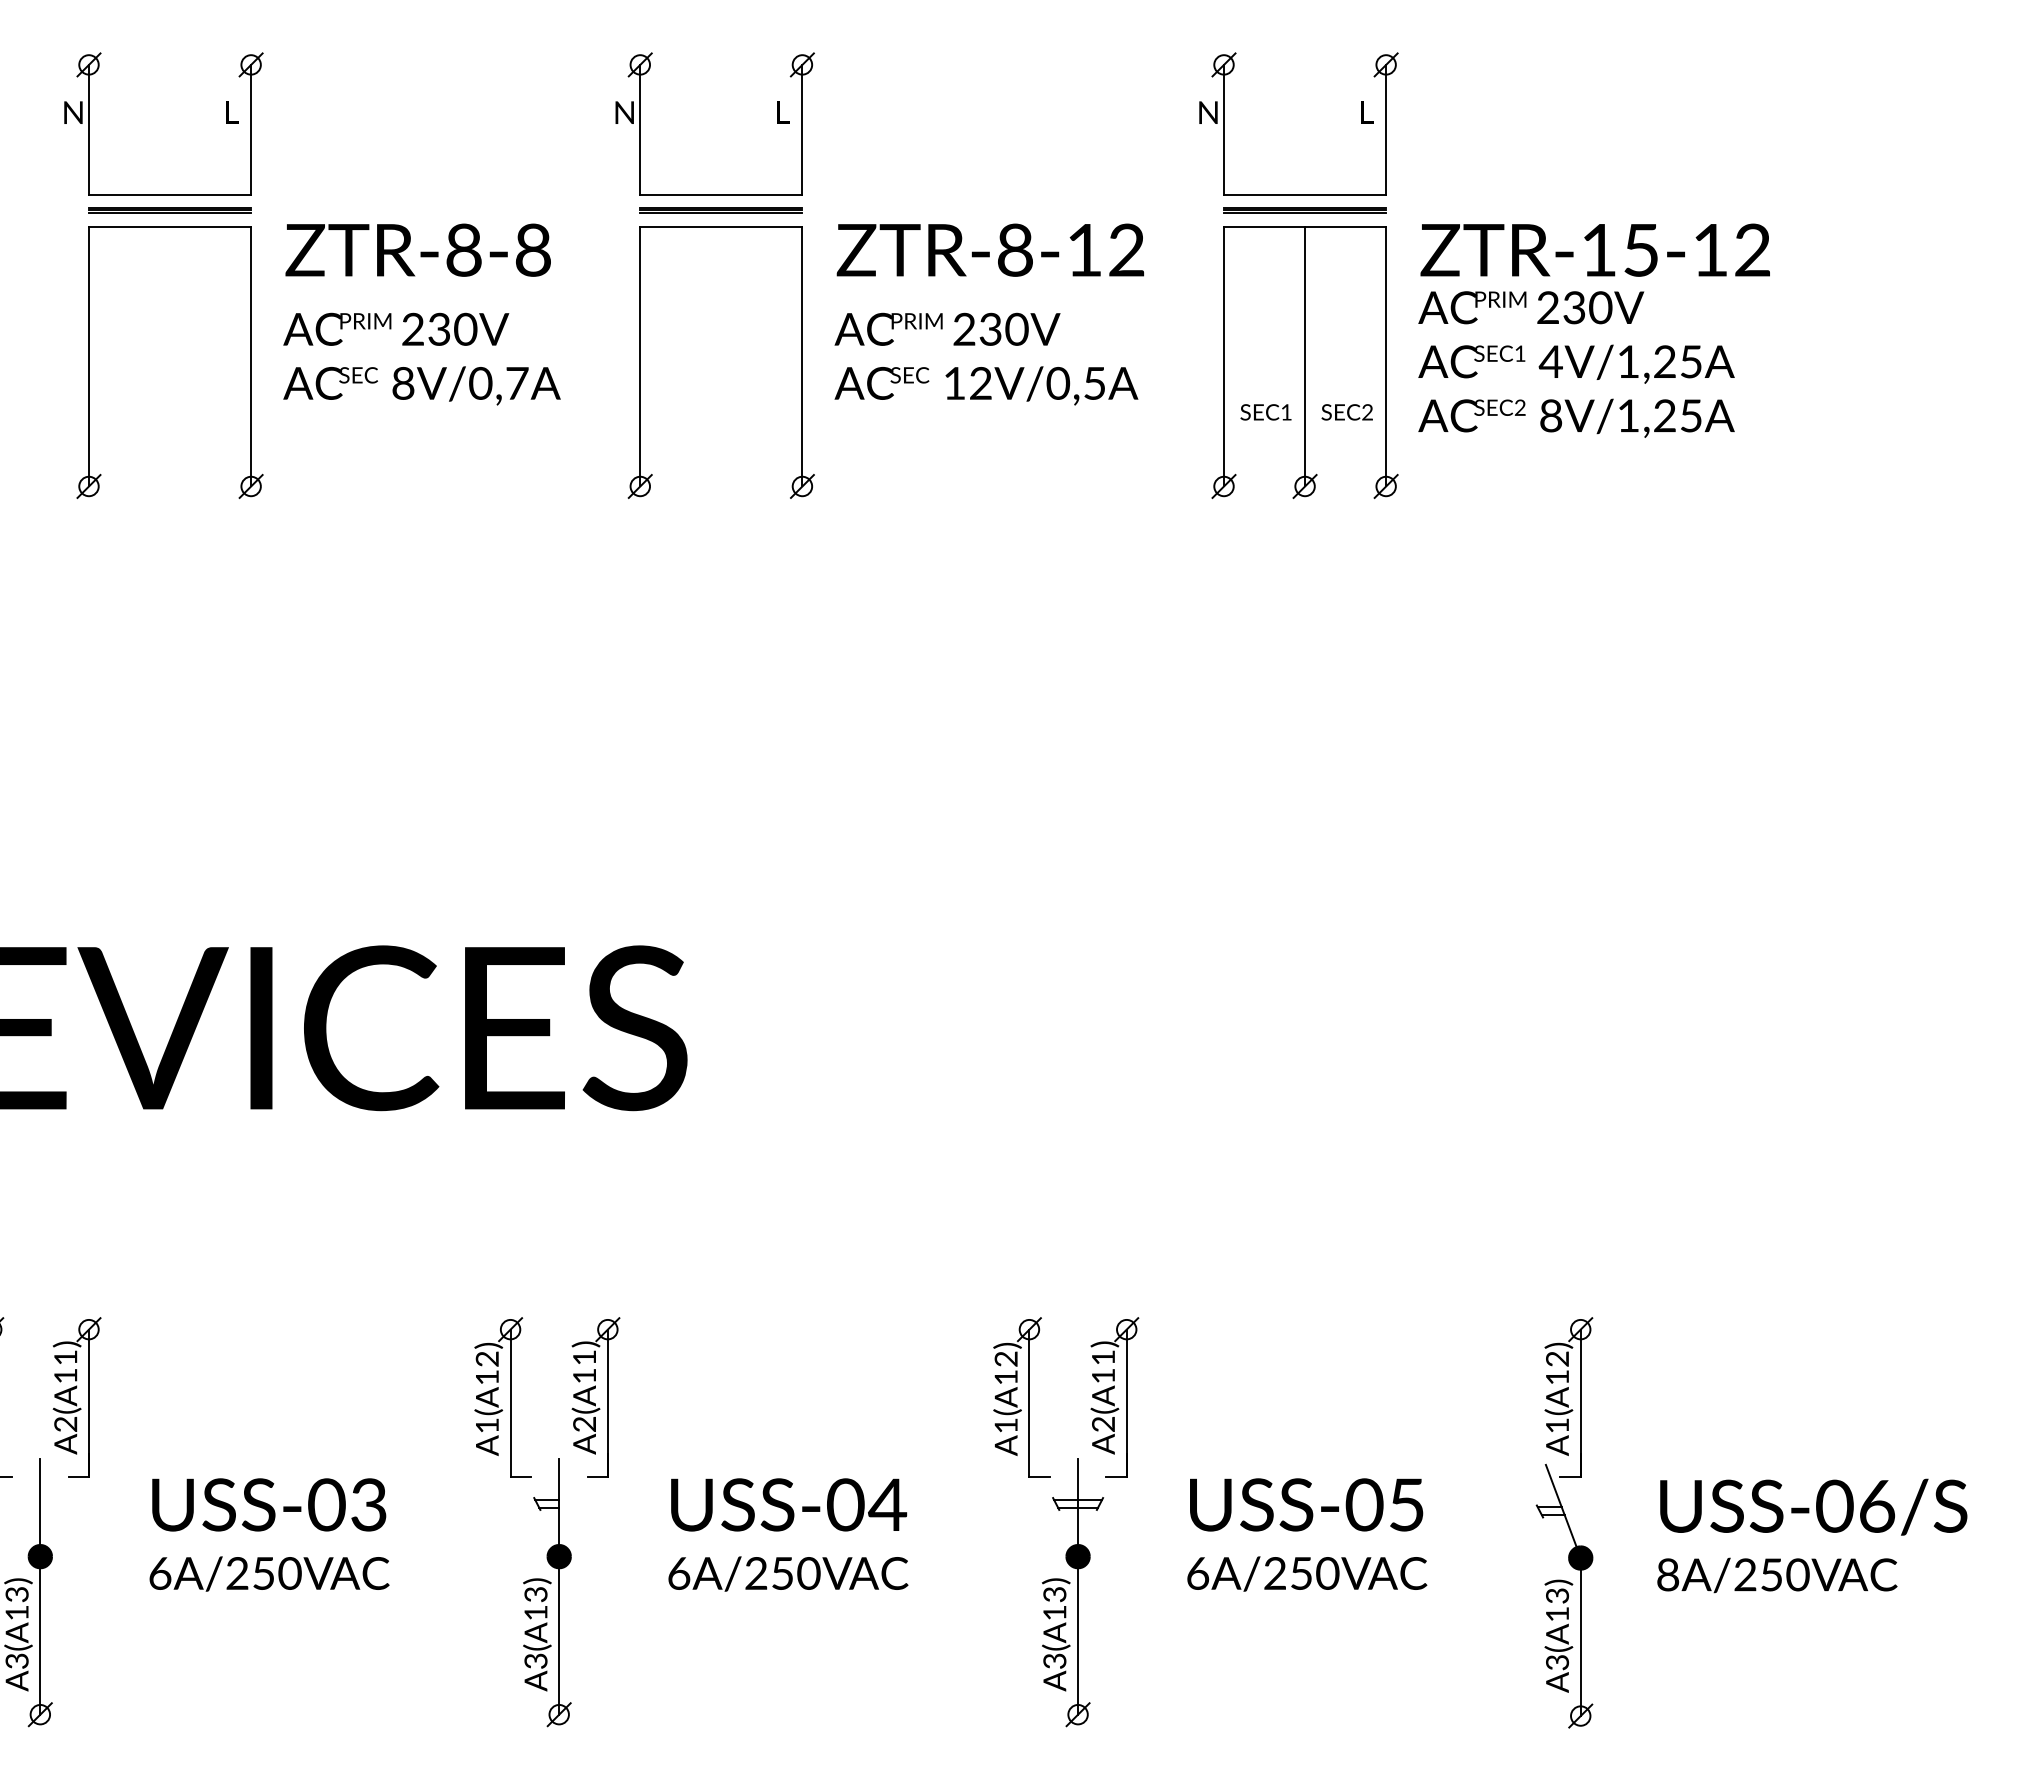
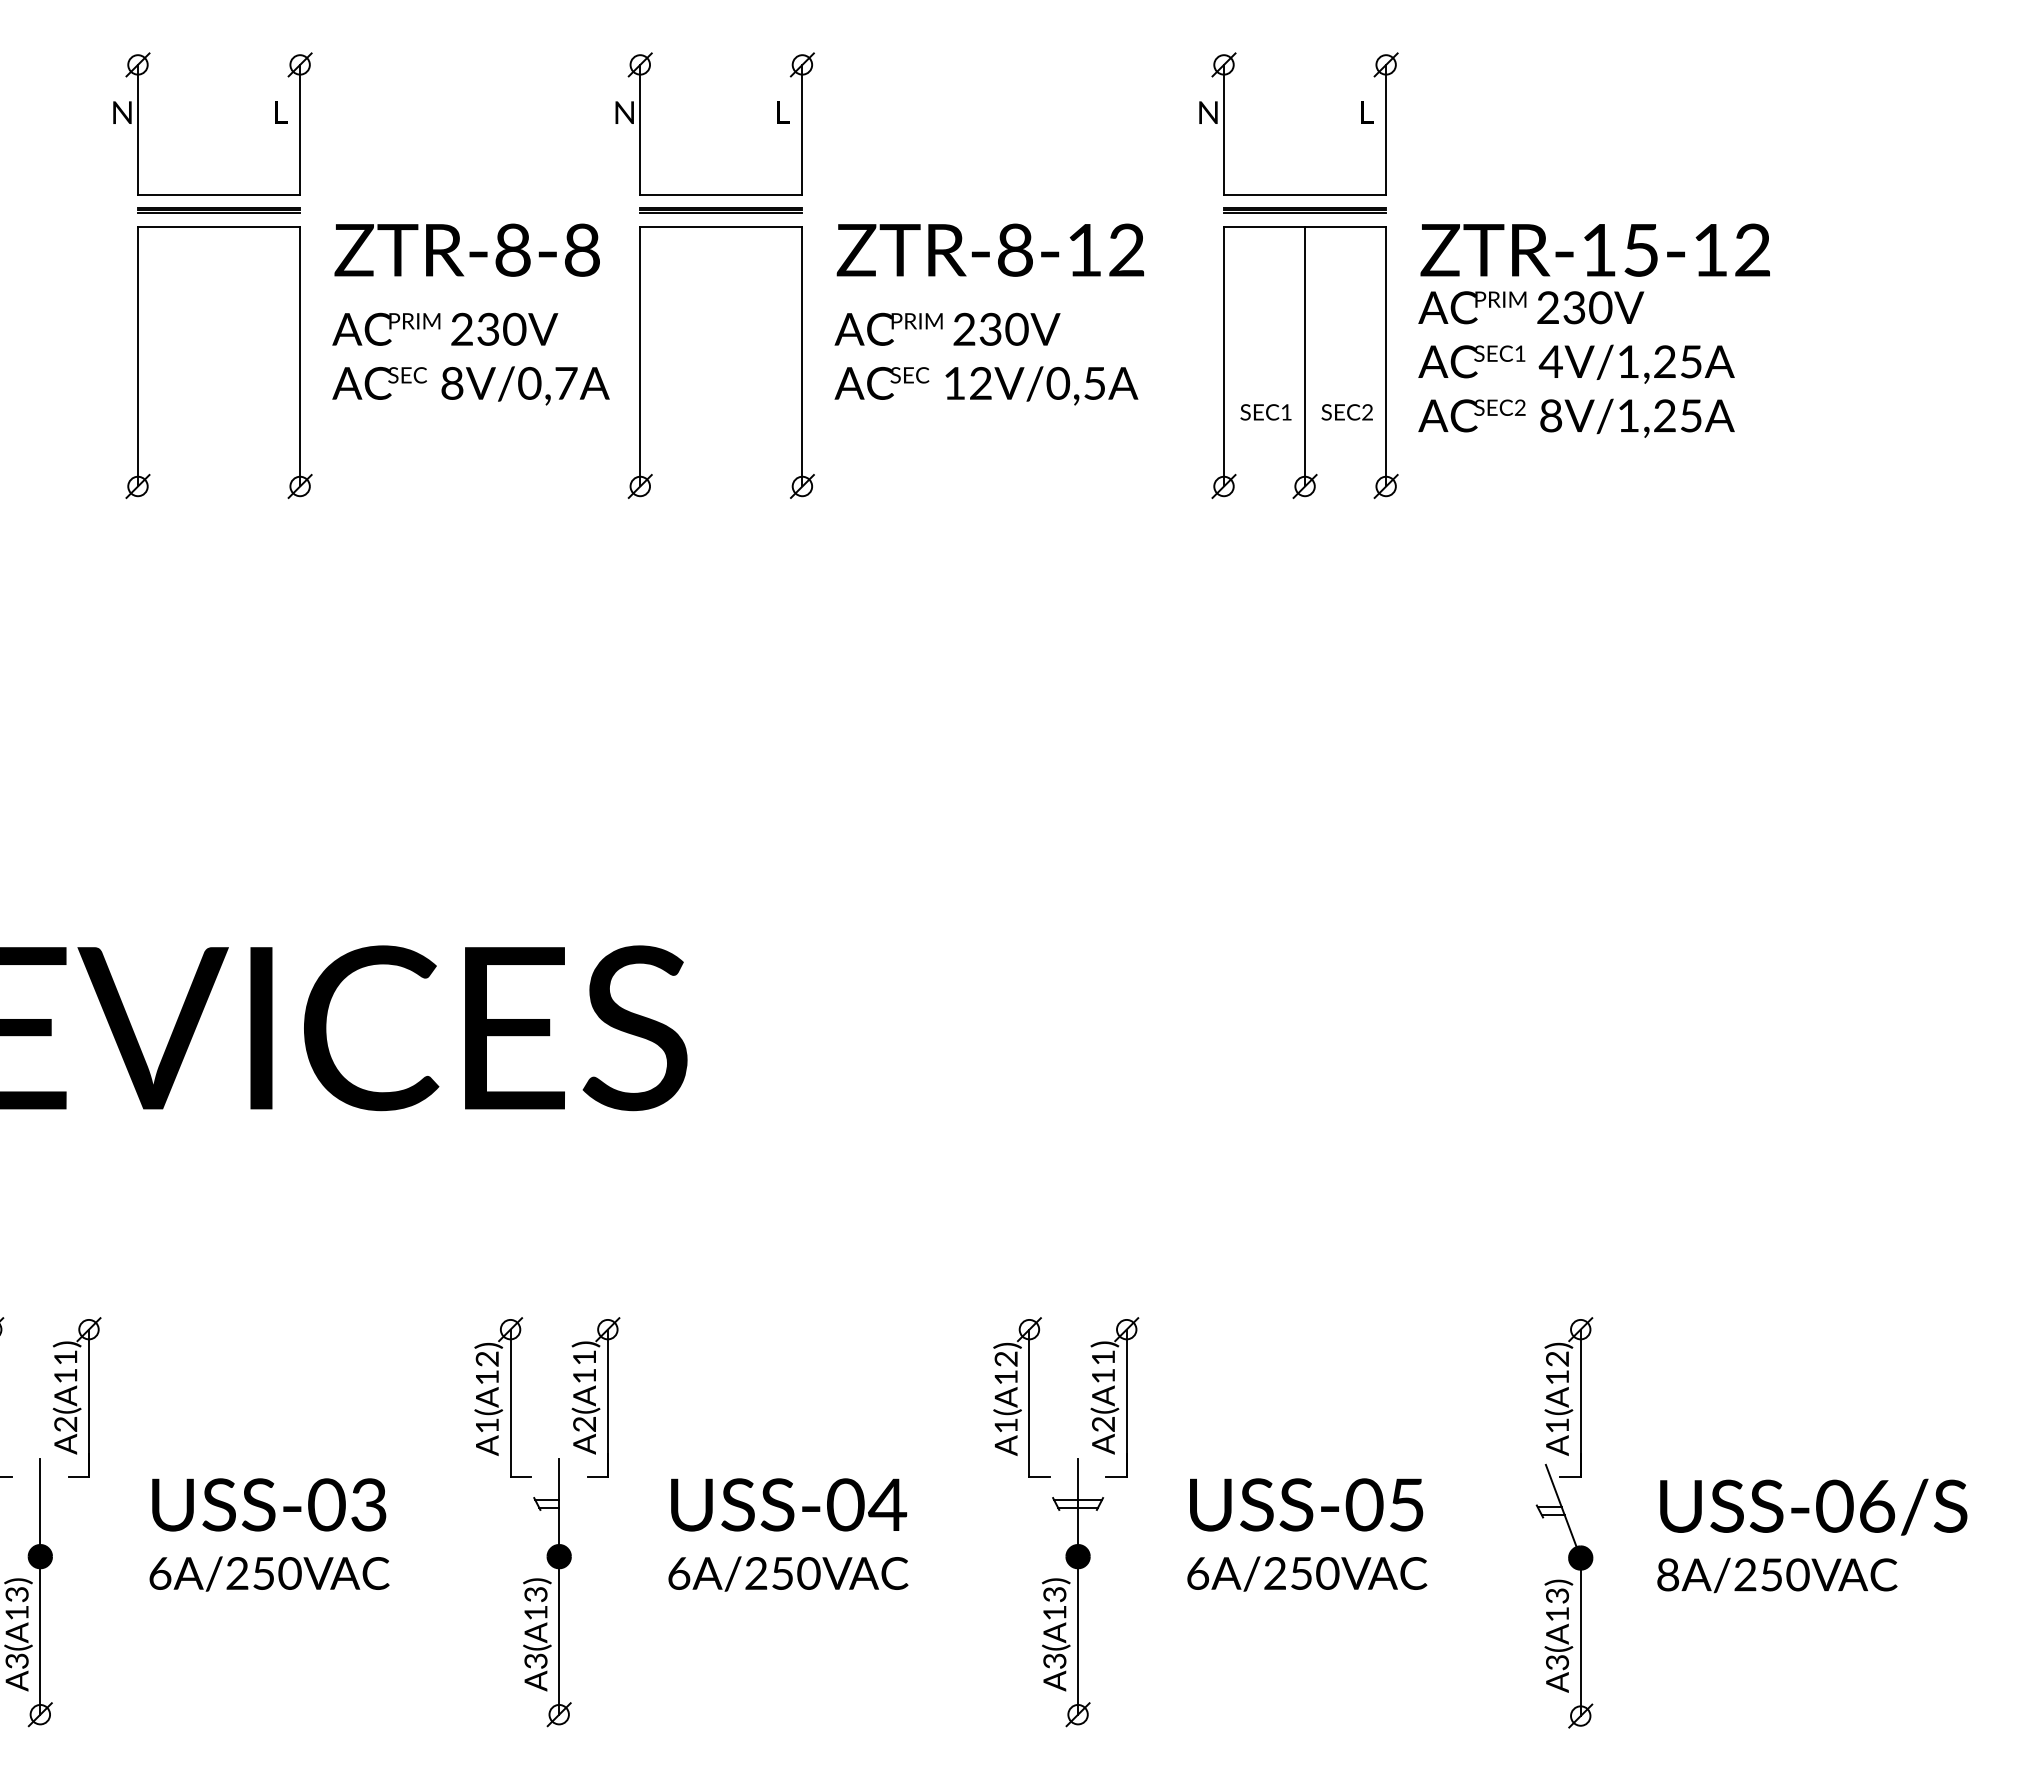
part at (312, 275) position: (312, 275) -> (361, 275)
